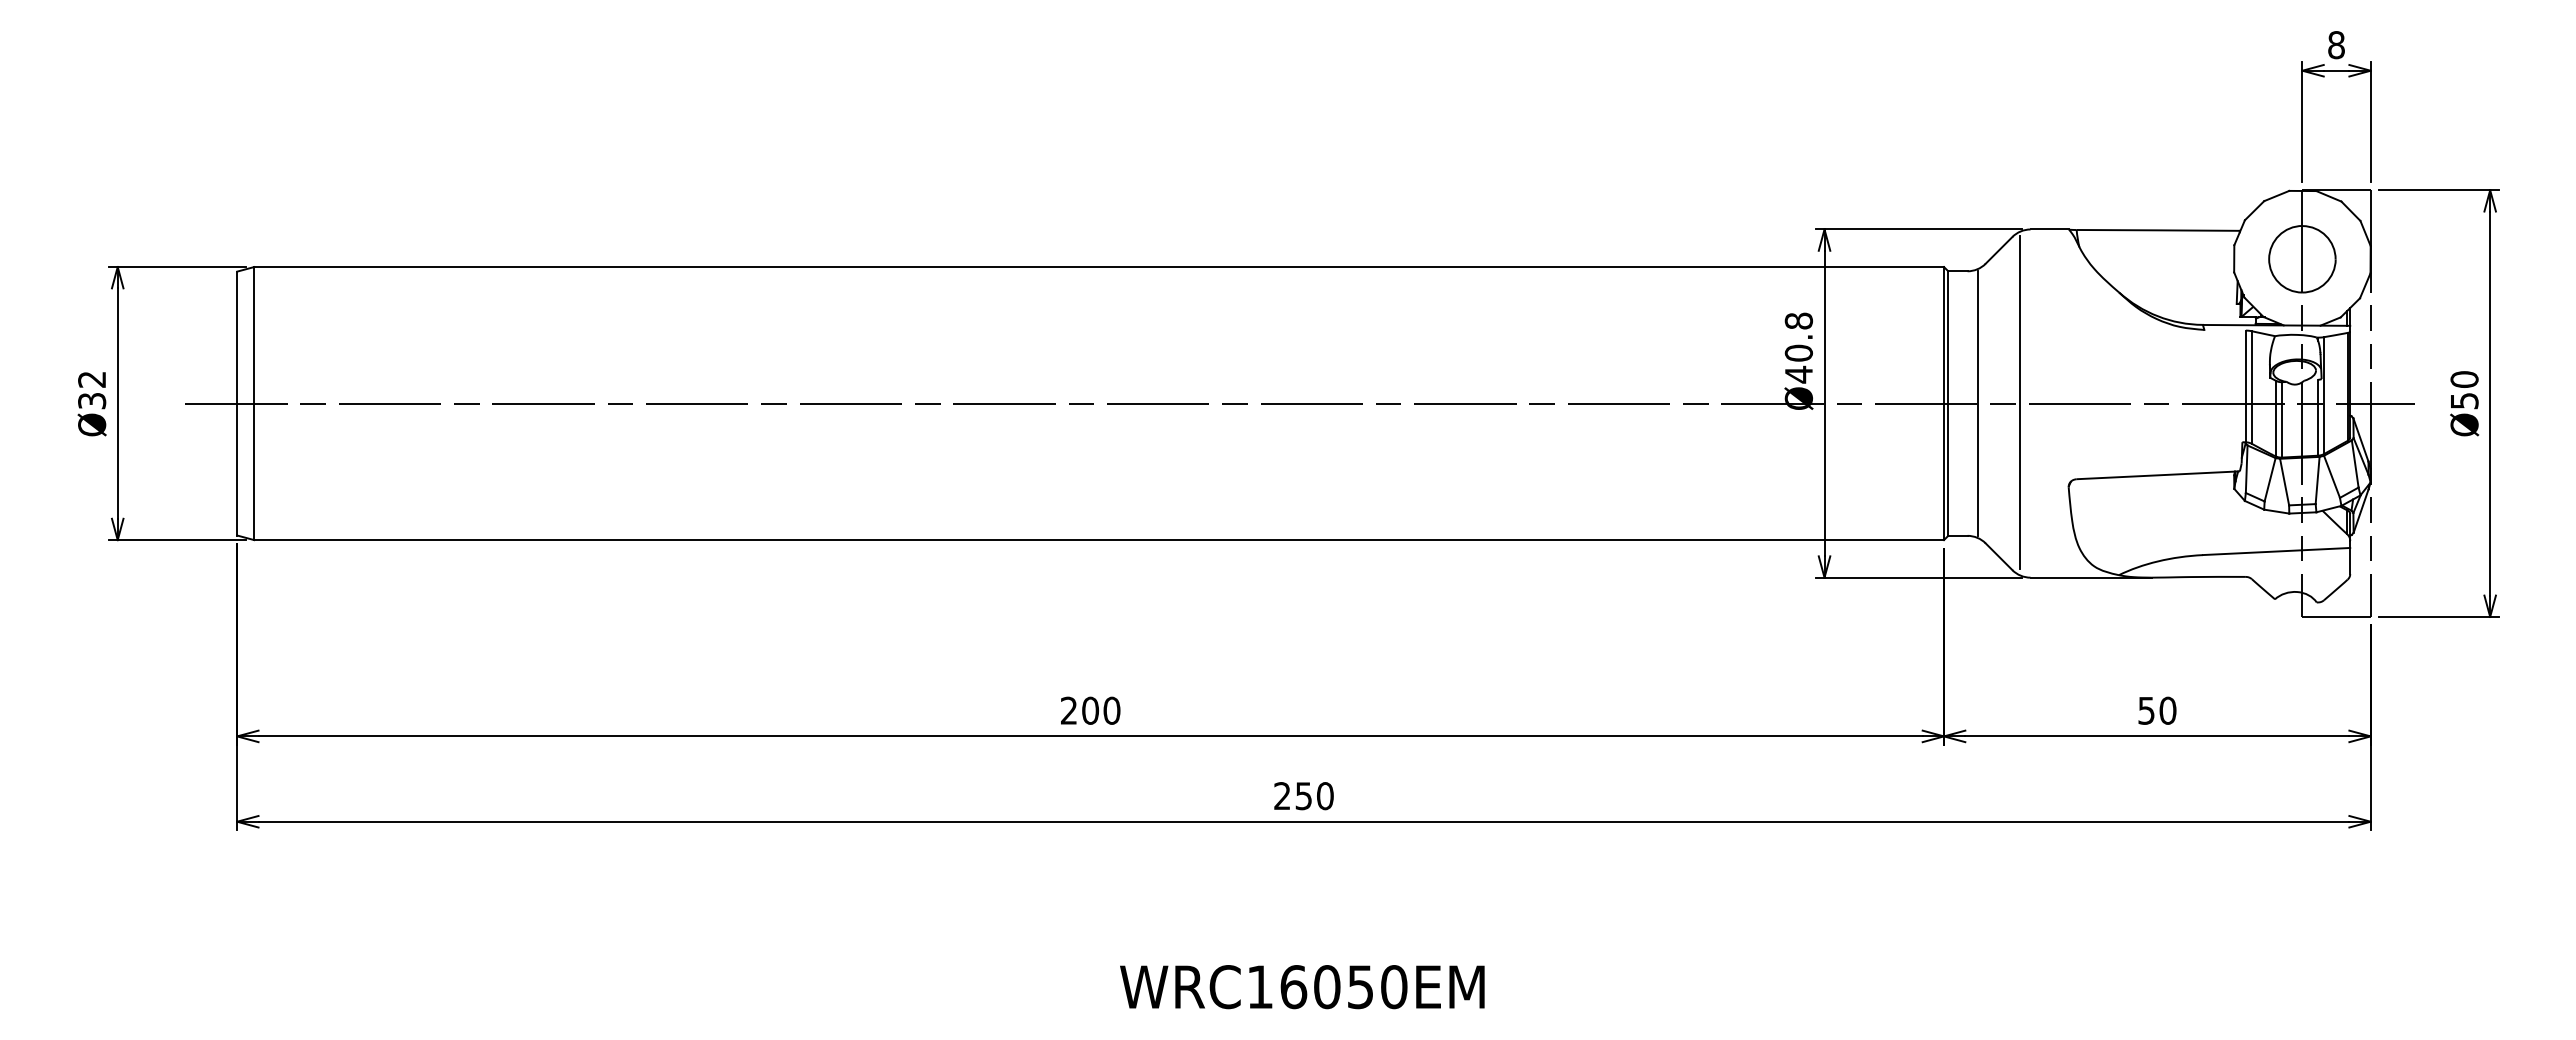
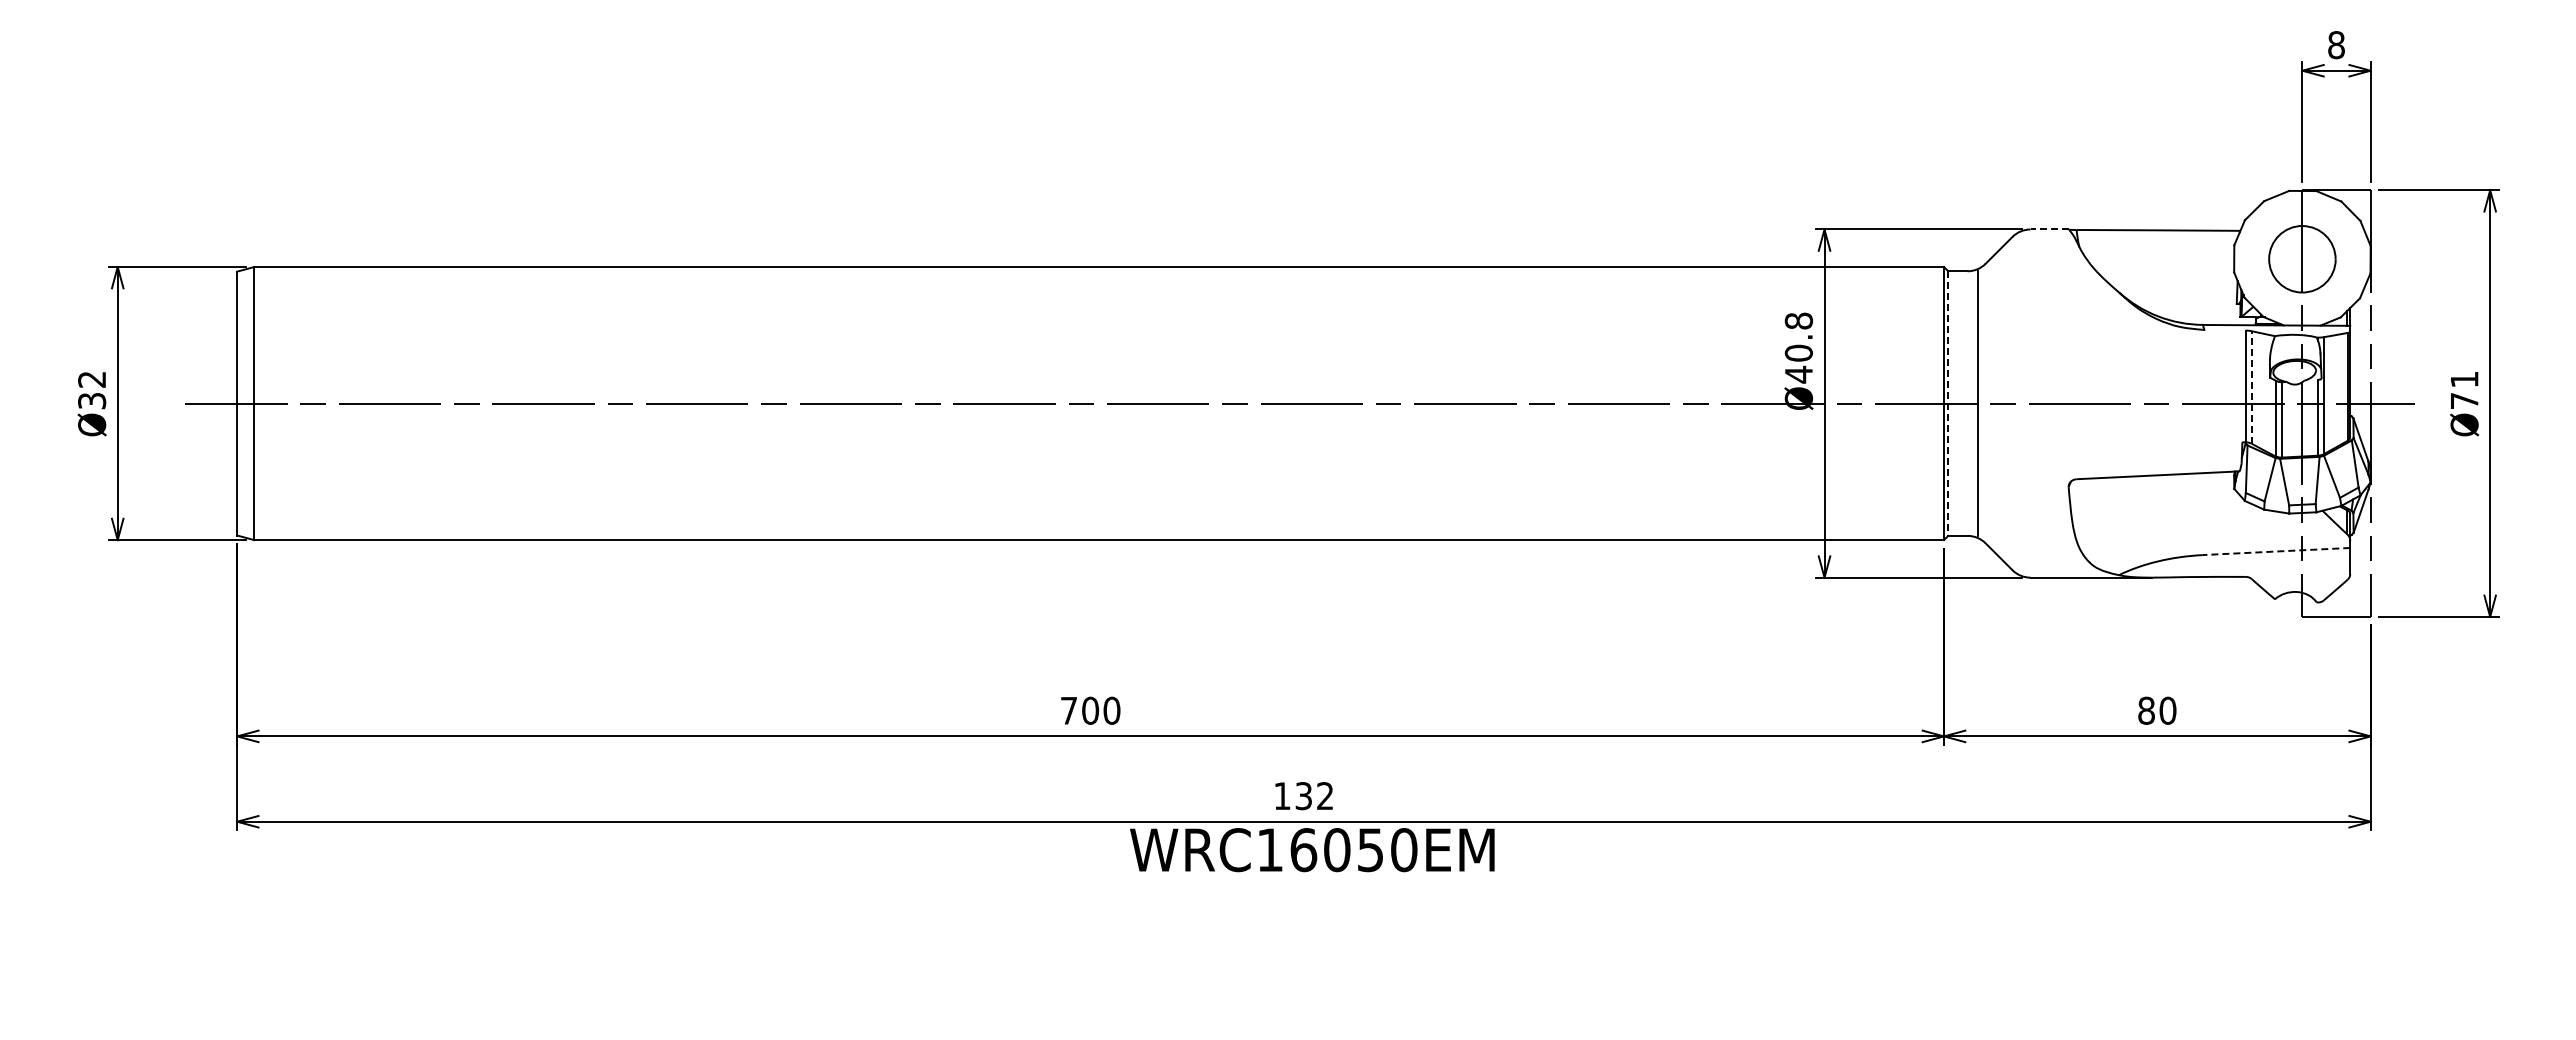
line at (2049, 229): solid -> dashed
line at (2251, 386): solid -> dashed
text at (2464, 390): Ø50 -> Ø71
line at (2019, 402): present -> none
line at (1948, 404): solid -> dashed
line at (2276, 551): solid -> dashed
text at (1068, 710): 200 -> 700
text at (2146, 710): 50 -> 80
text at (1303, 796): 250 -> 132
text at (1302, 987) position: (1302, 987) -> (1312, 850)
